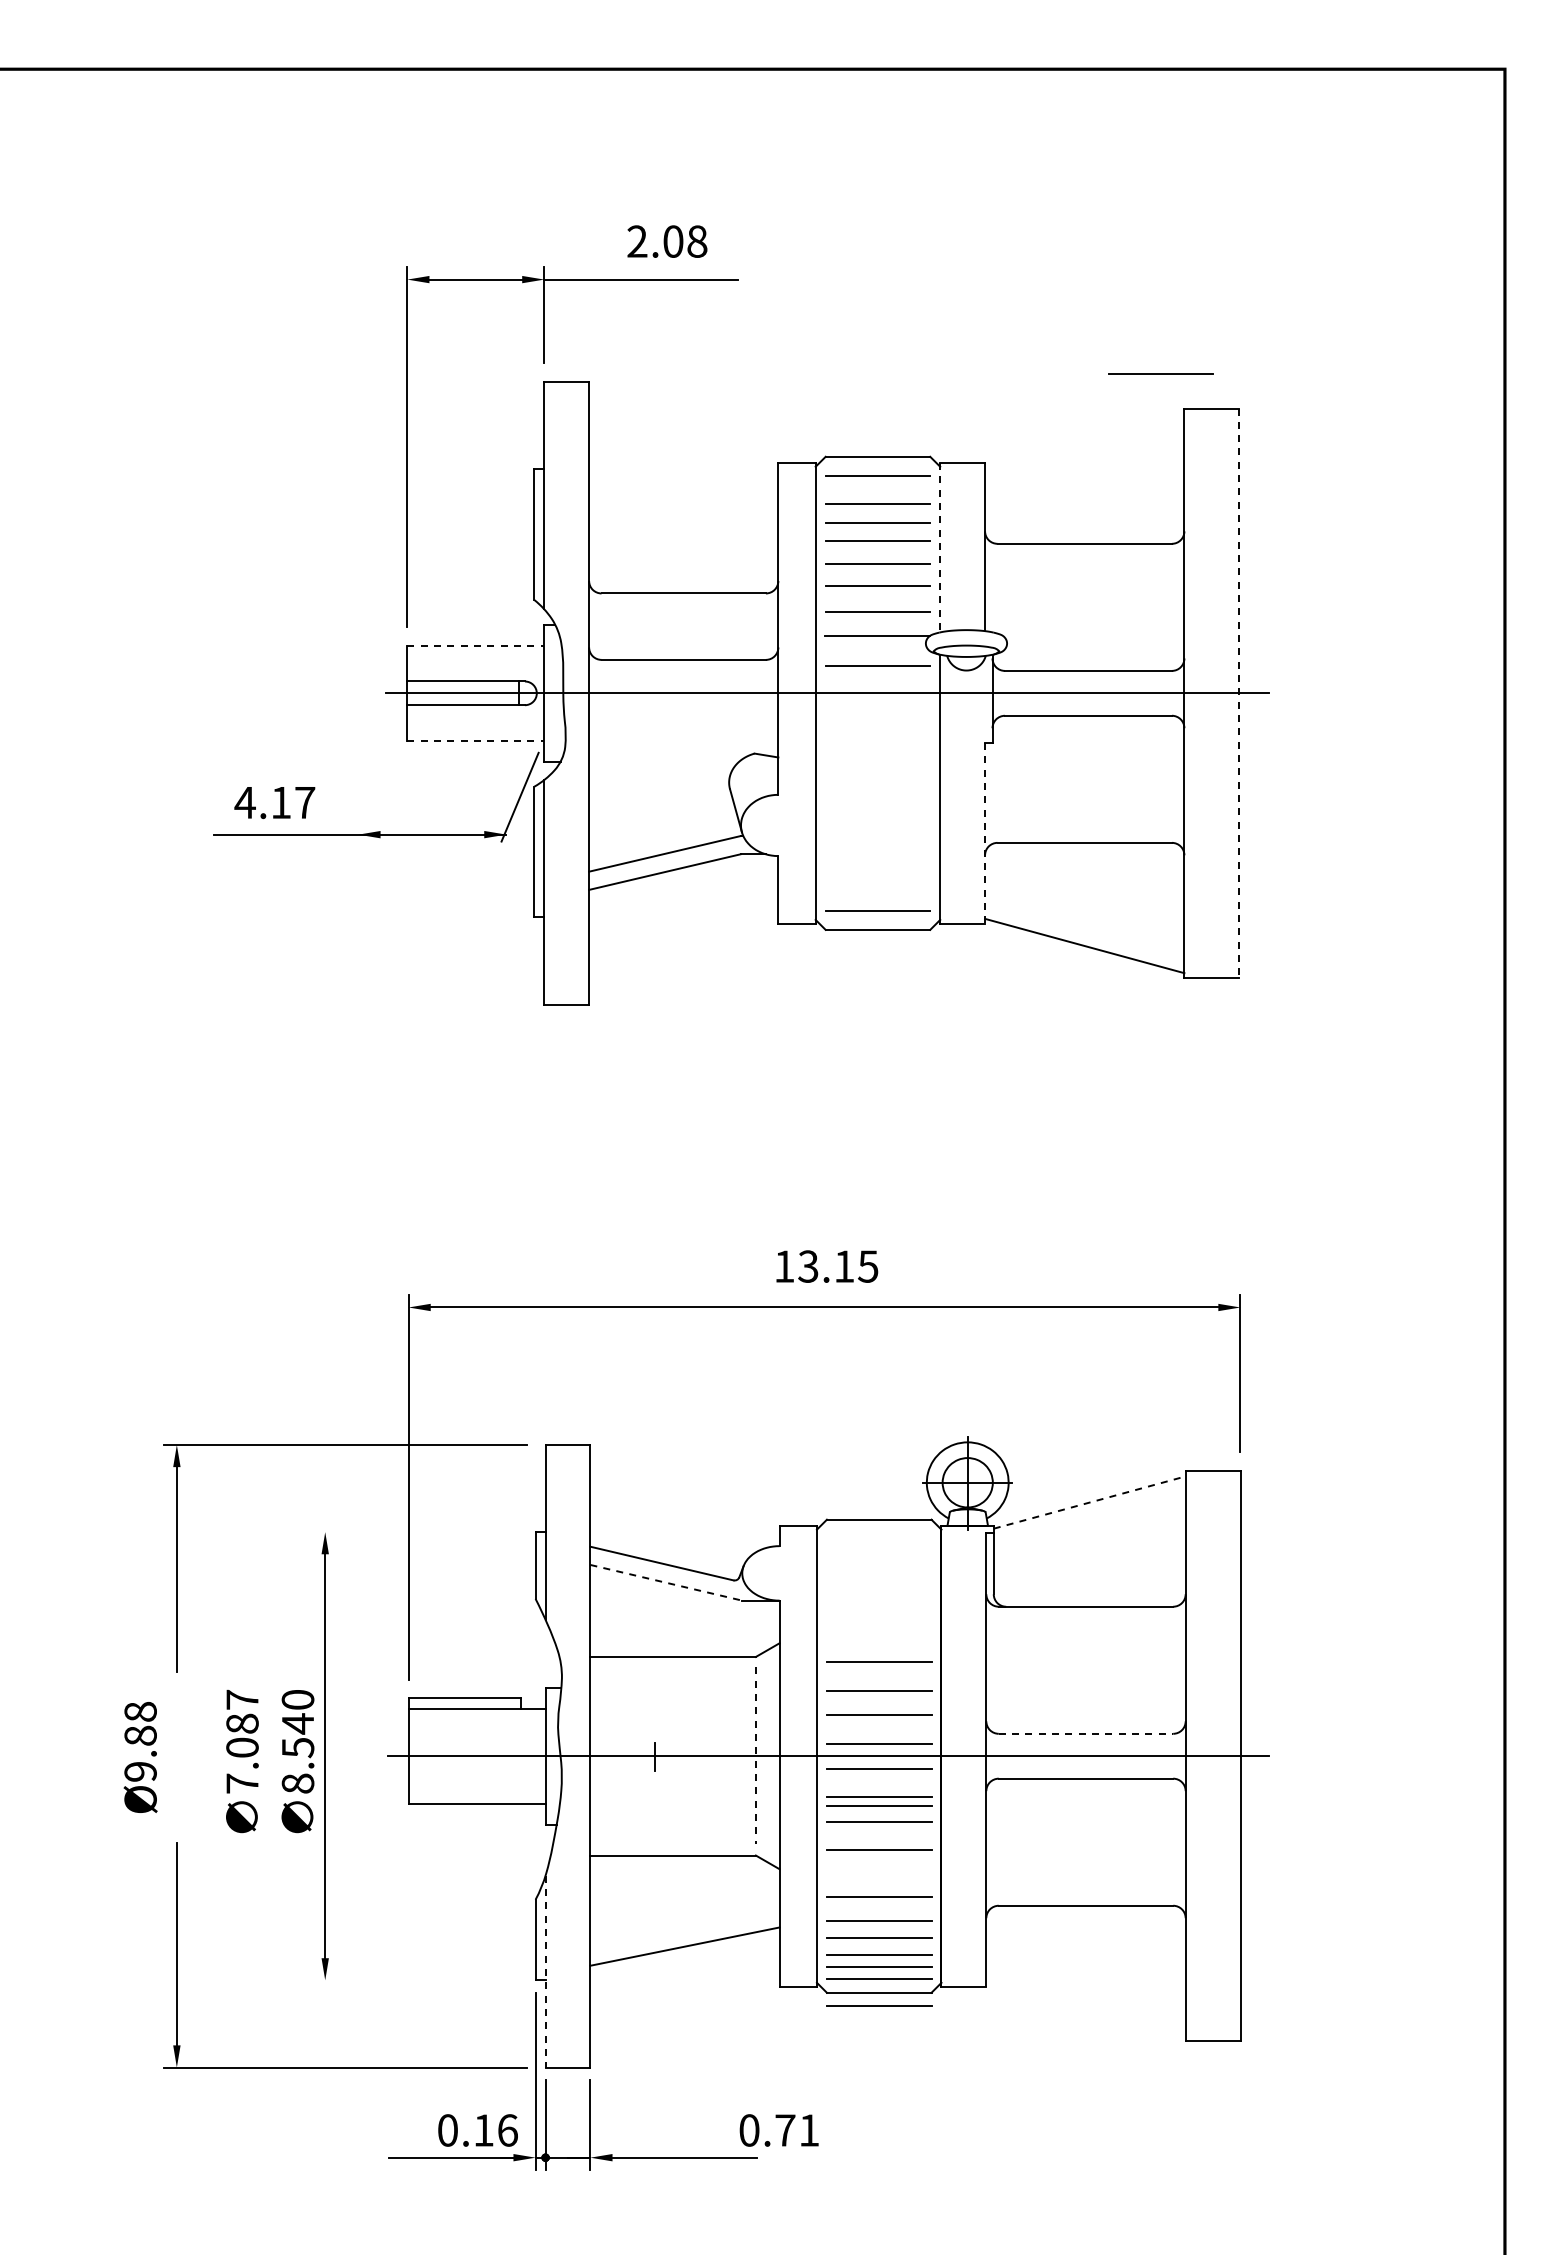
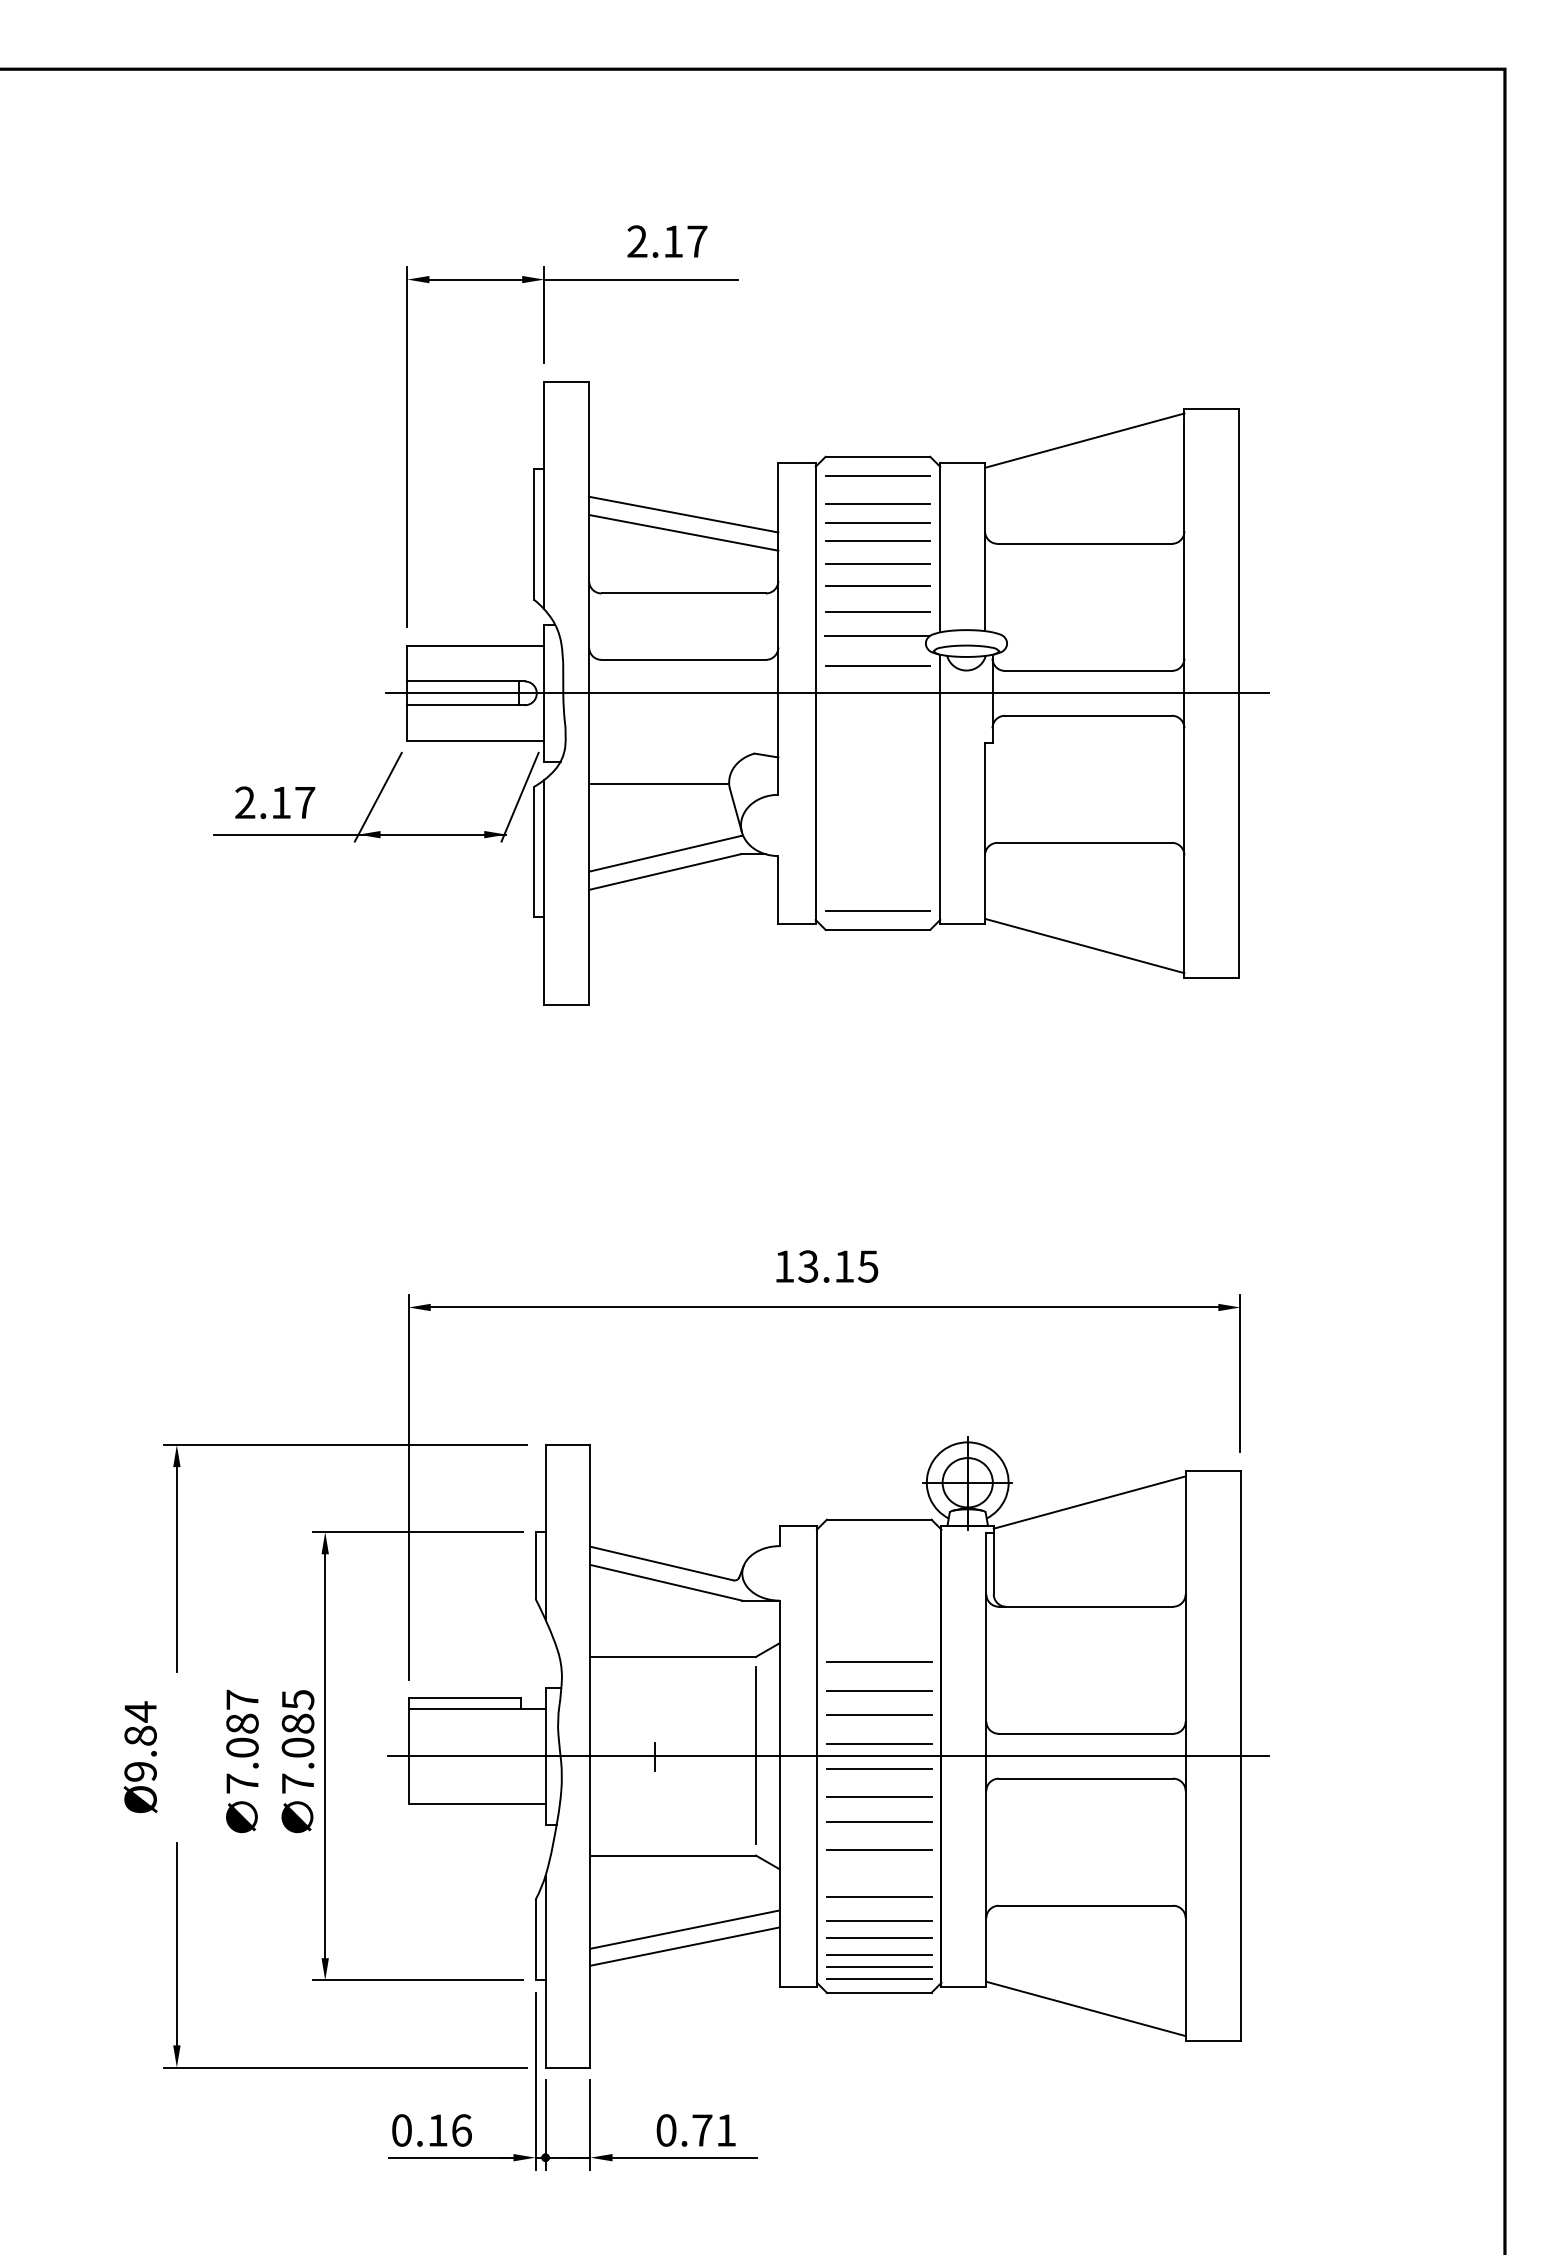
text at (685, 241): 2.08 -> 2.17
line at (1160, 373): present -> none
line at (1084, 440): none -> present
line at (683, 514): none -> present
line at (683, 532): none -> present
line at (940, 547): dashed -> solid
line at (476, 645): dashed -> solid
line at (1239, 693): dashed -> solid
line at (476, 740): dashed -> solid
line at (659, 784): none -> present
line at (377, 796): none -> present
text at (244, 802): 4.17 -> 2.17
line at (985, 833): dashed -> solid
line at (1090, 1502): dashed -> solid
line at (417, 1532): none -> present
line at (666, 1582): dashed -> solid
text at (140, 1711): 9.88 -> 9.84
line at (1086, 1733): dashed -> solid
text at (297, 1741): 8.540 -> 7.085
line at (755, 1756): dashed -> solid
line at (879, 1805): present -> none
line at (684, 1929): none -> present
line at (545, 1971): dashed -> solid
line at (417, 1980): none -> present
line at (879, 2005): present -> none
line at (1085, 2008): none -> present
text at (477, 2130) position: (477, 2130) -> (431, 2130)
text at (778, 2130) position: (778, 2130) -> (695, 2130)
